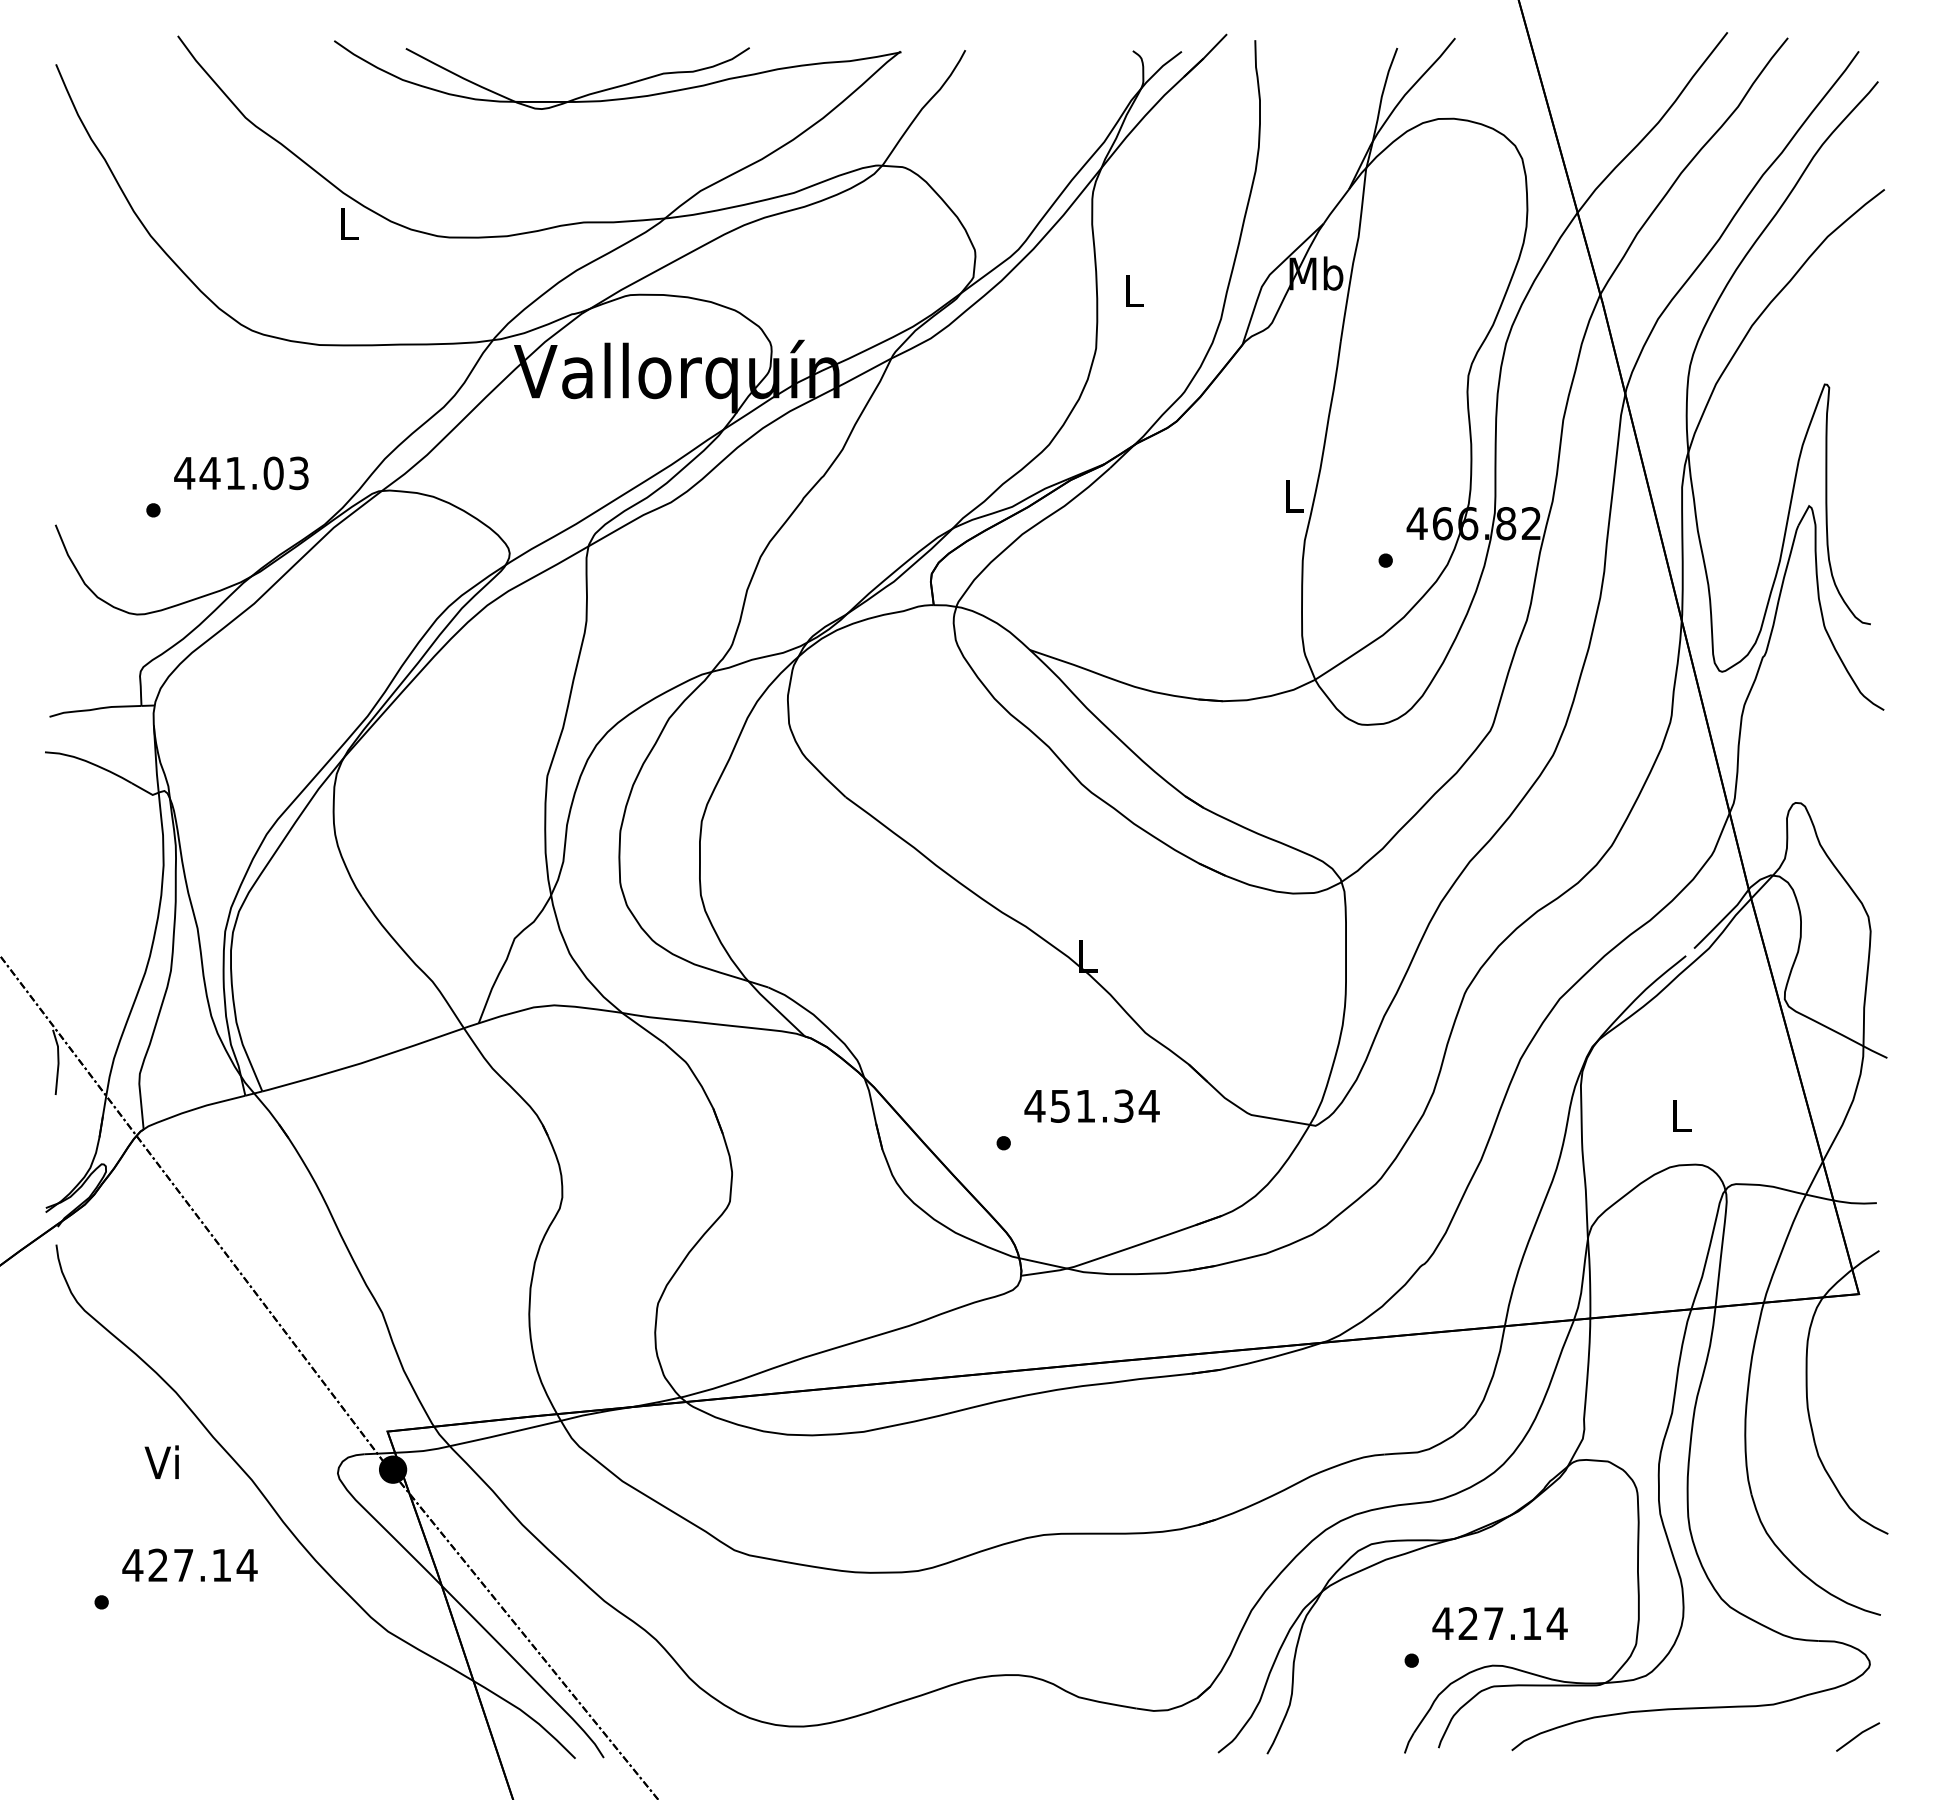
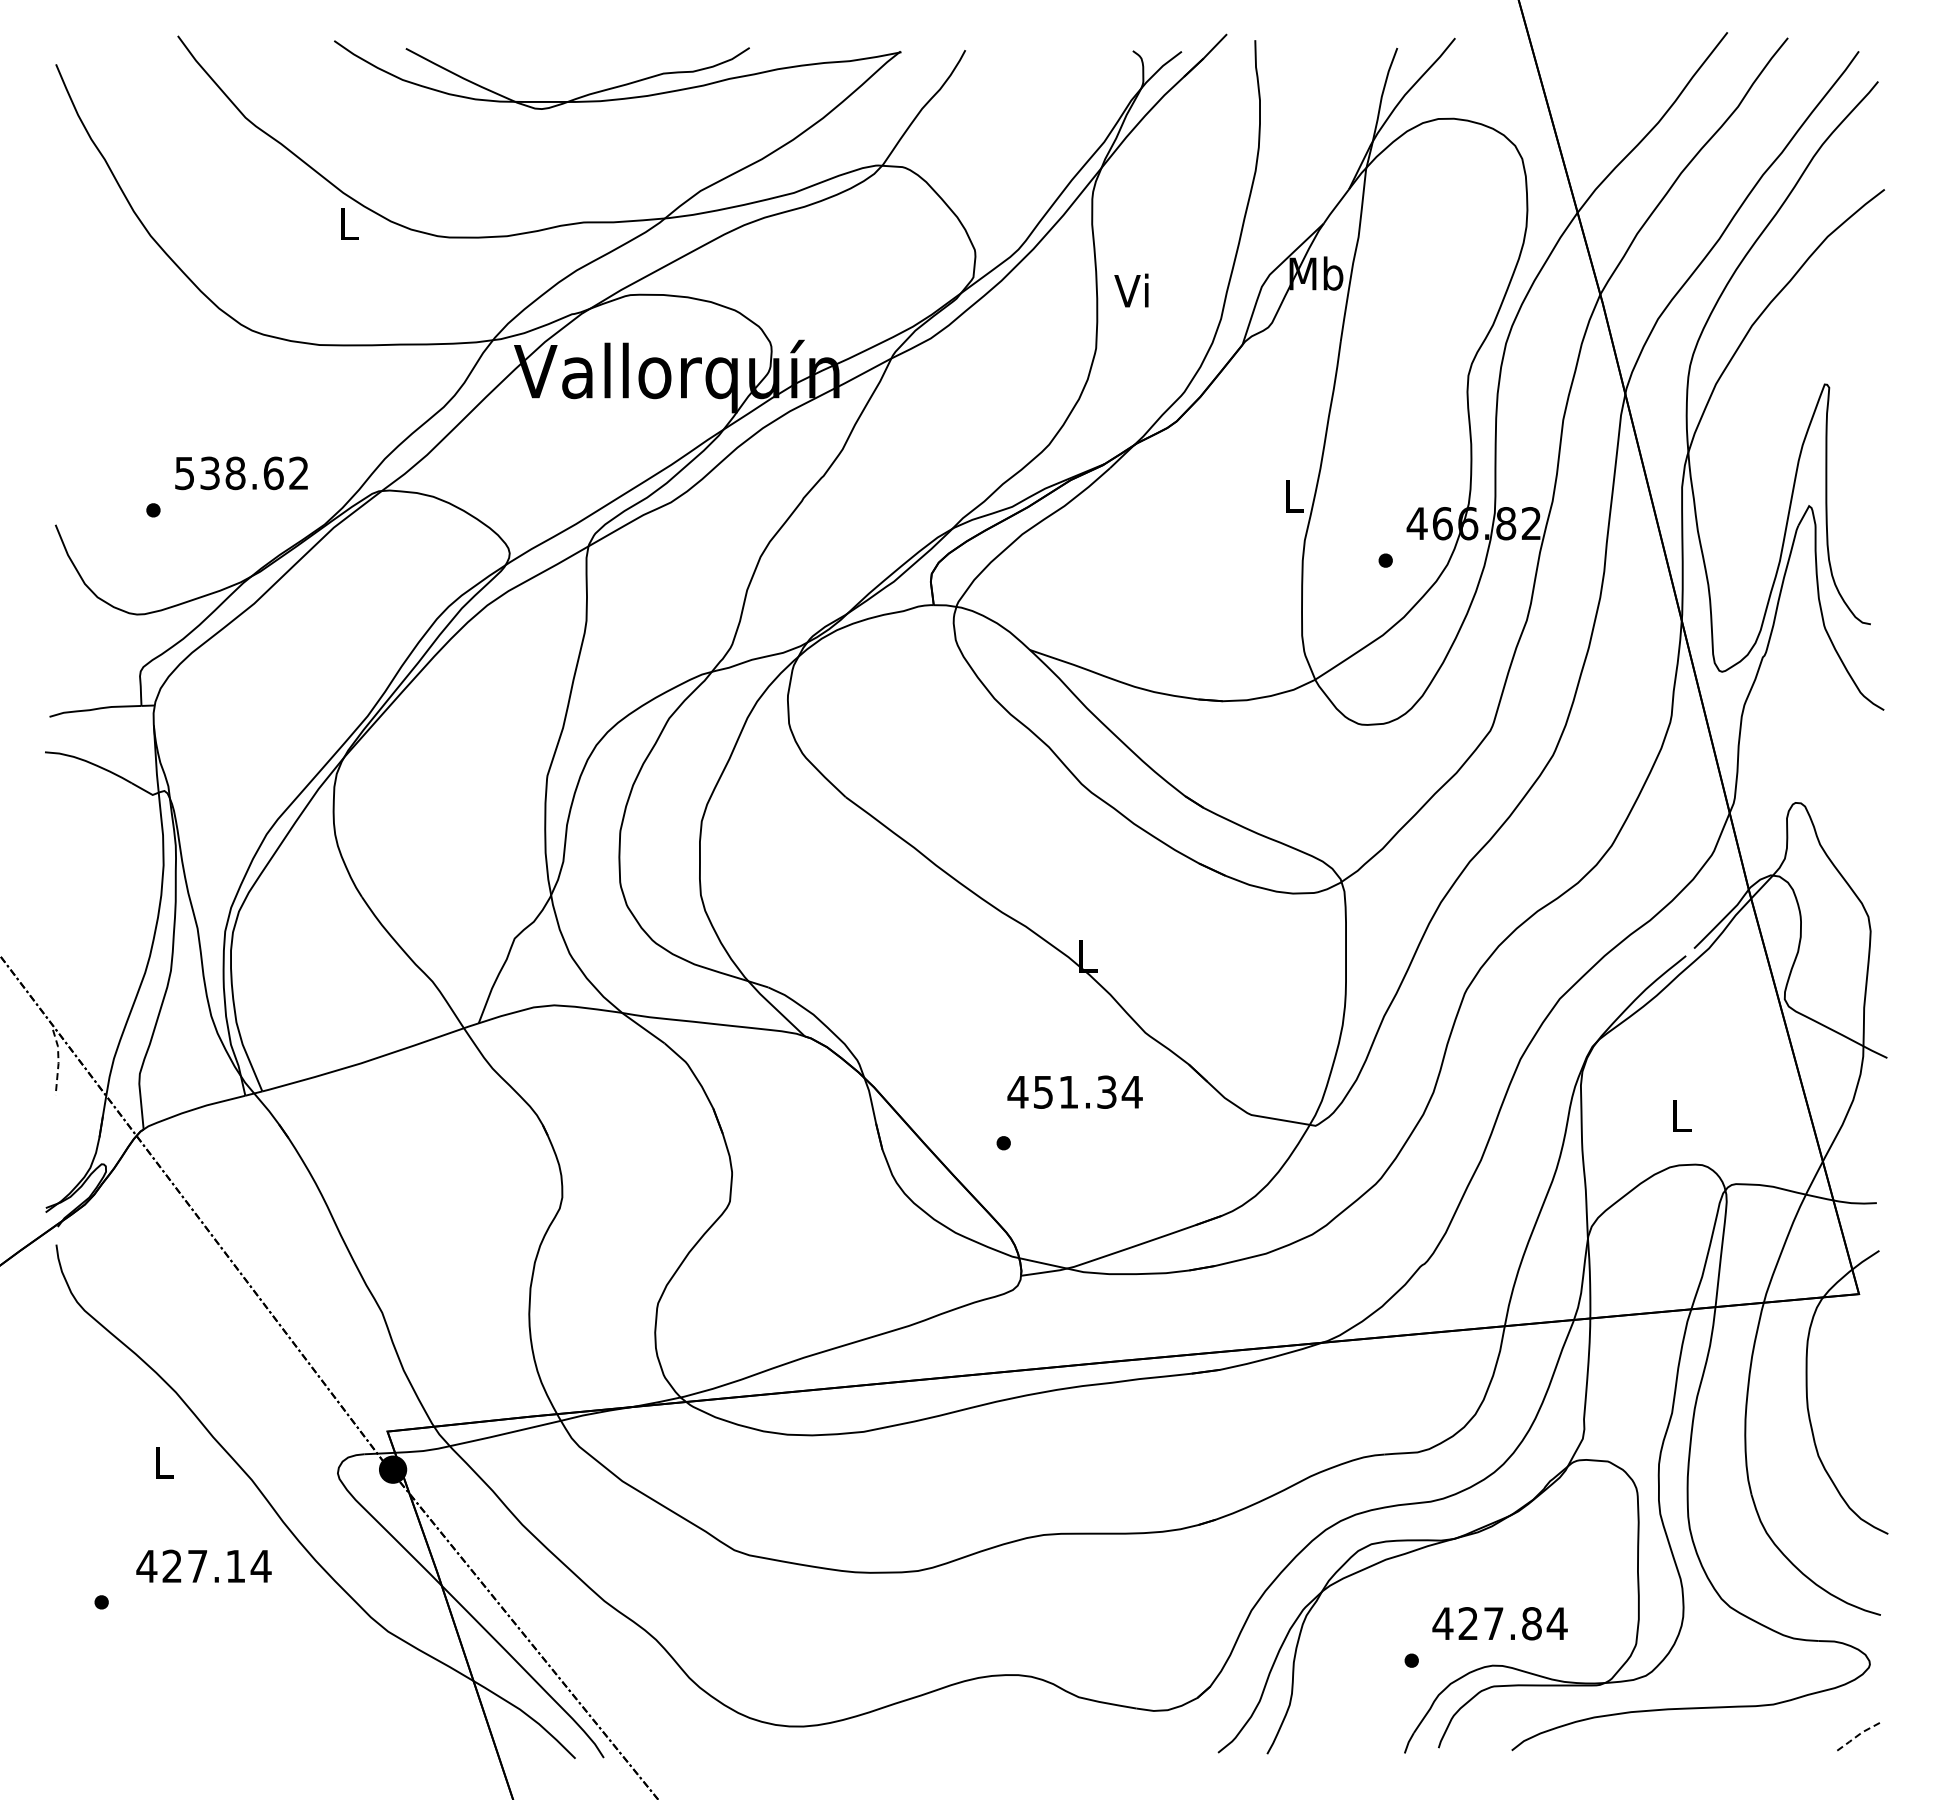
text at (1131, 290): L -> Vi
text at (241, 473): 441.03 -> 538.62
line at (58, 1061): solid -> dashed
text at (1091, 1105) position: (1091, 1105) -> (1074, 1091)
text at (161, 1461): Vi -> L
text at (189, 1564) position: (189, 1564) -> (203, 1565)
text at (1531, 1623): 427.14 -> 427.84
line at (1857, 1736): solid -> dashed
